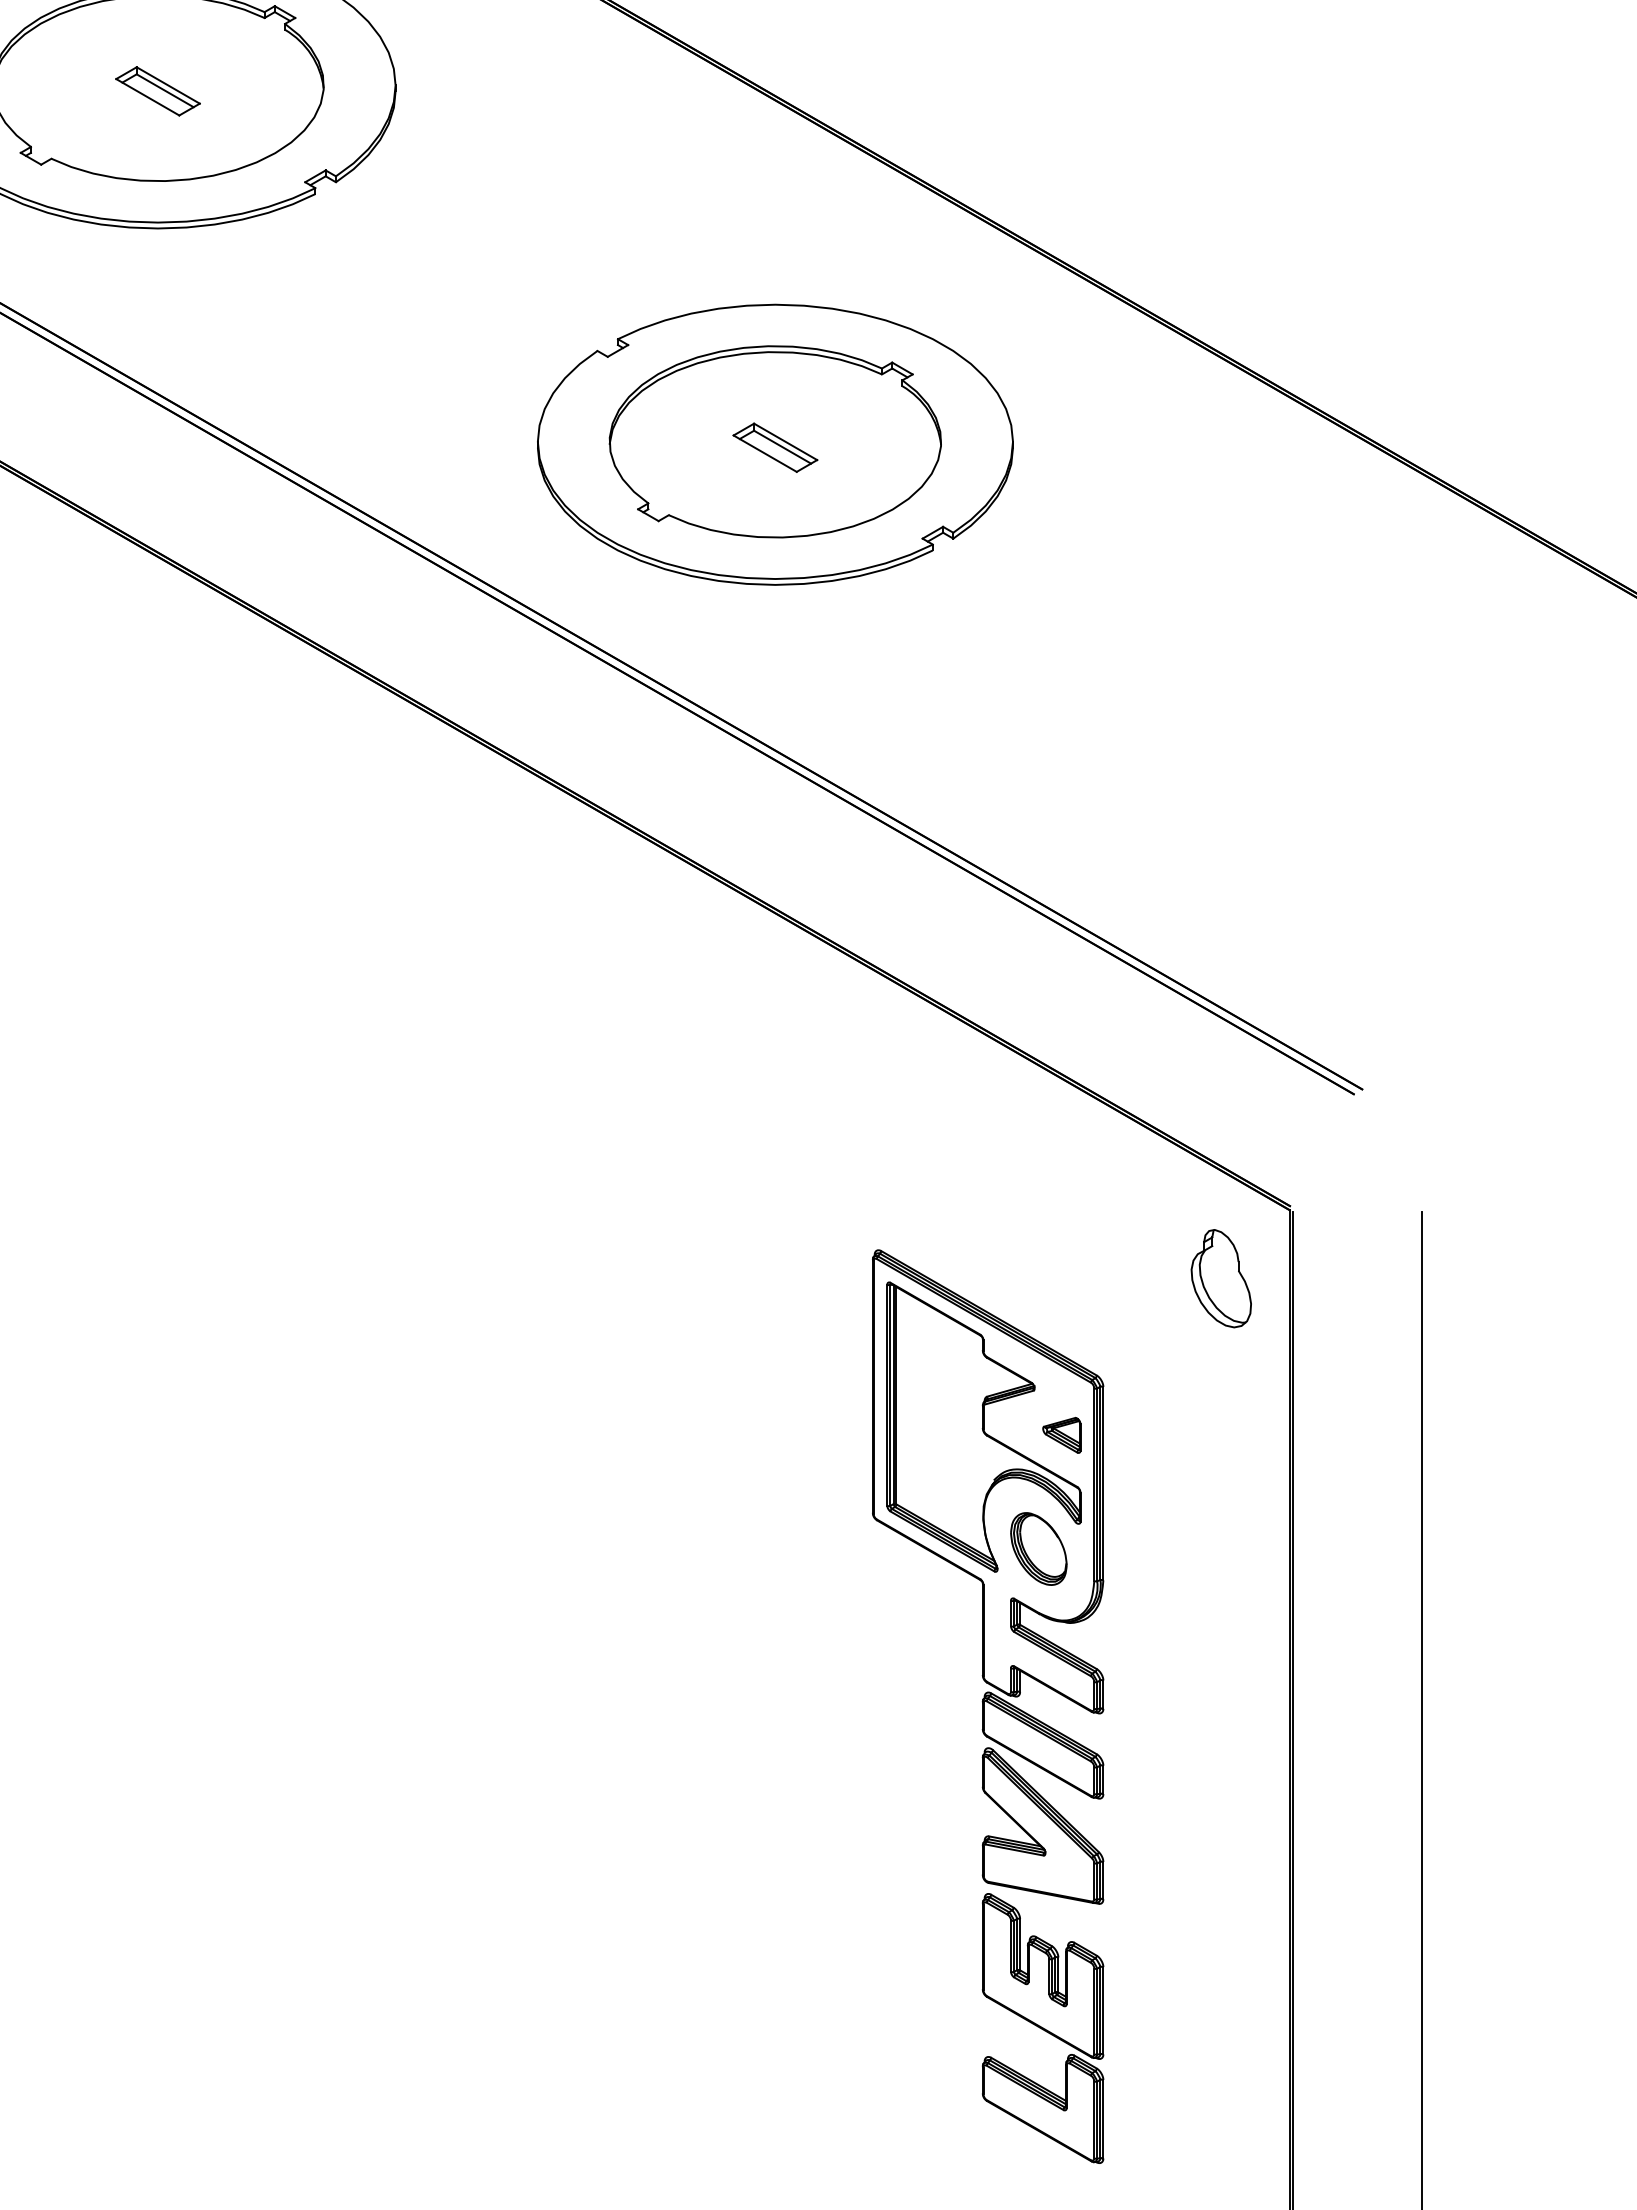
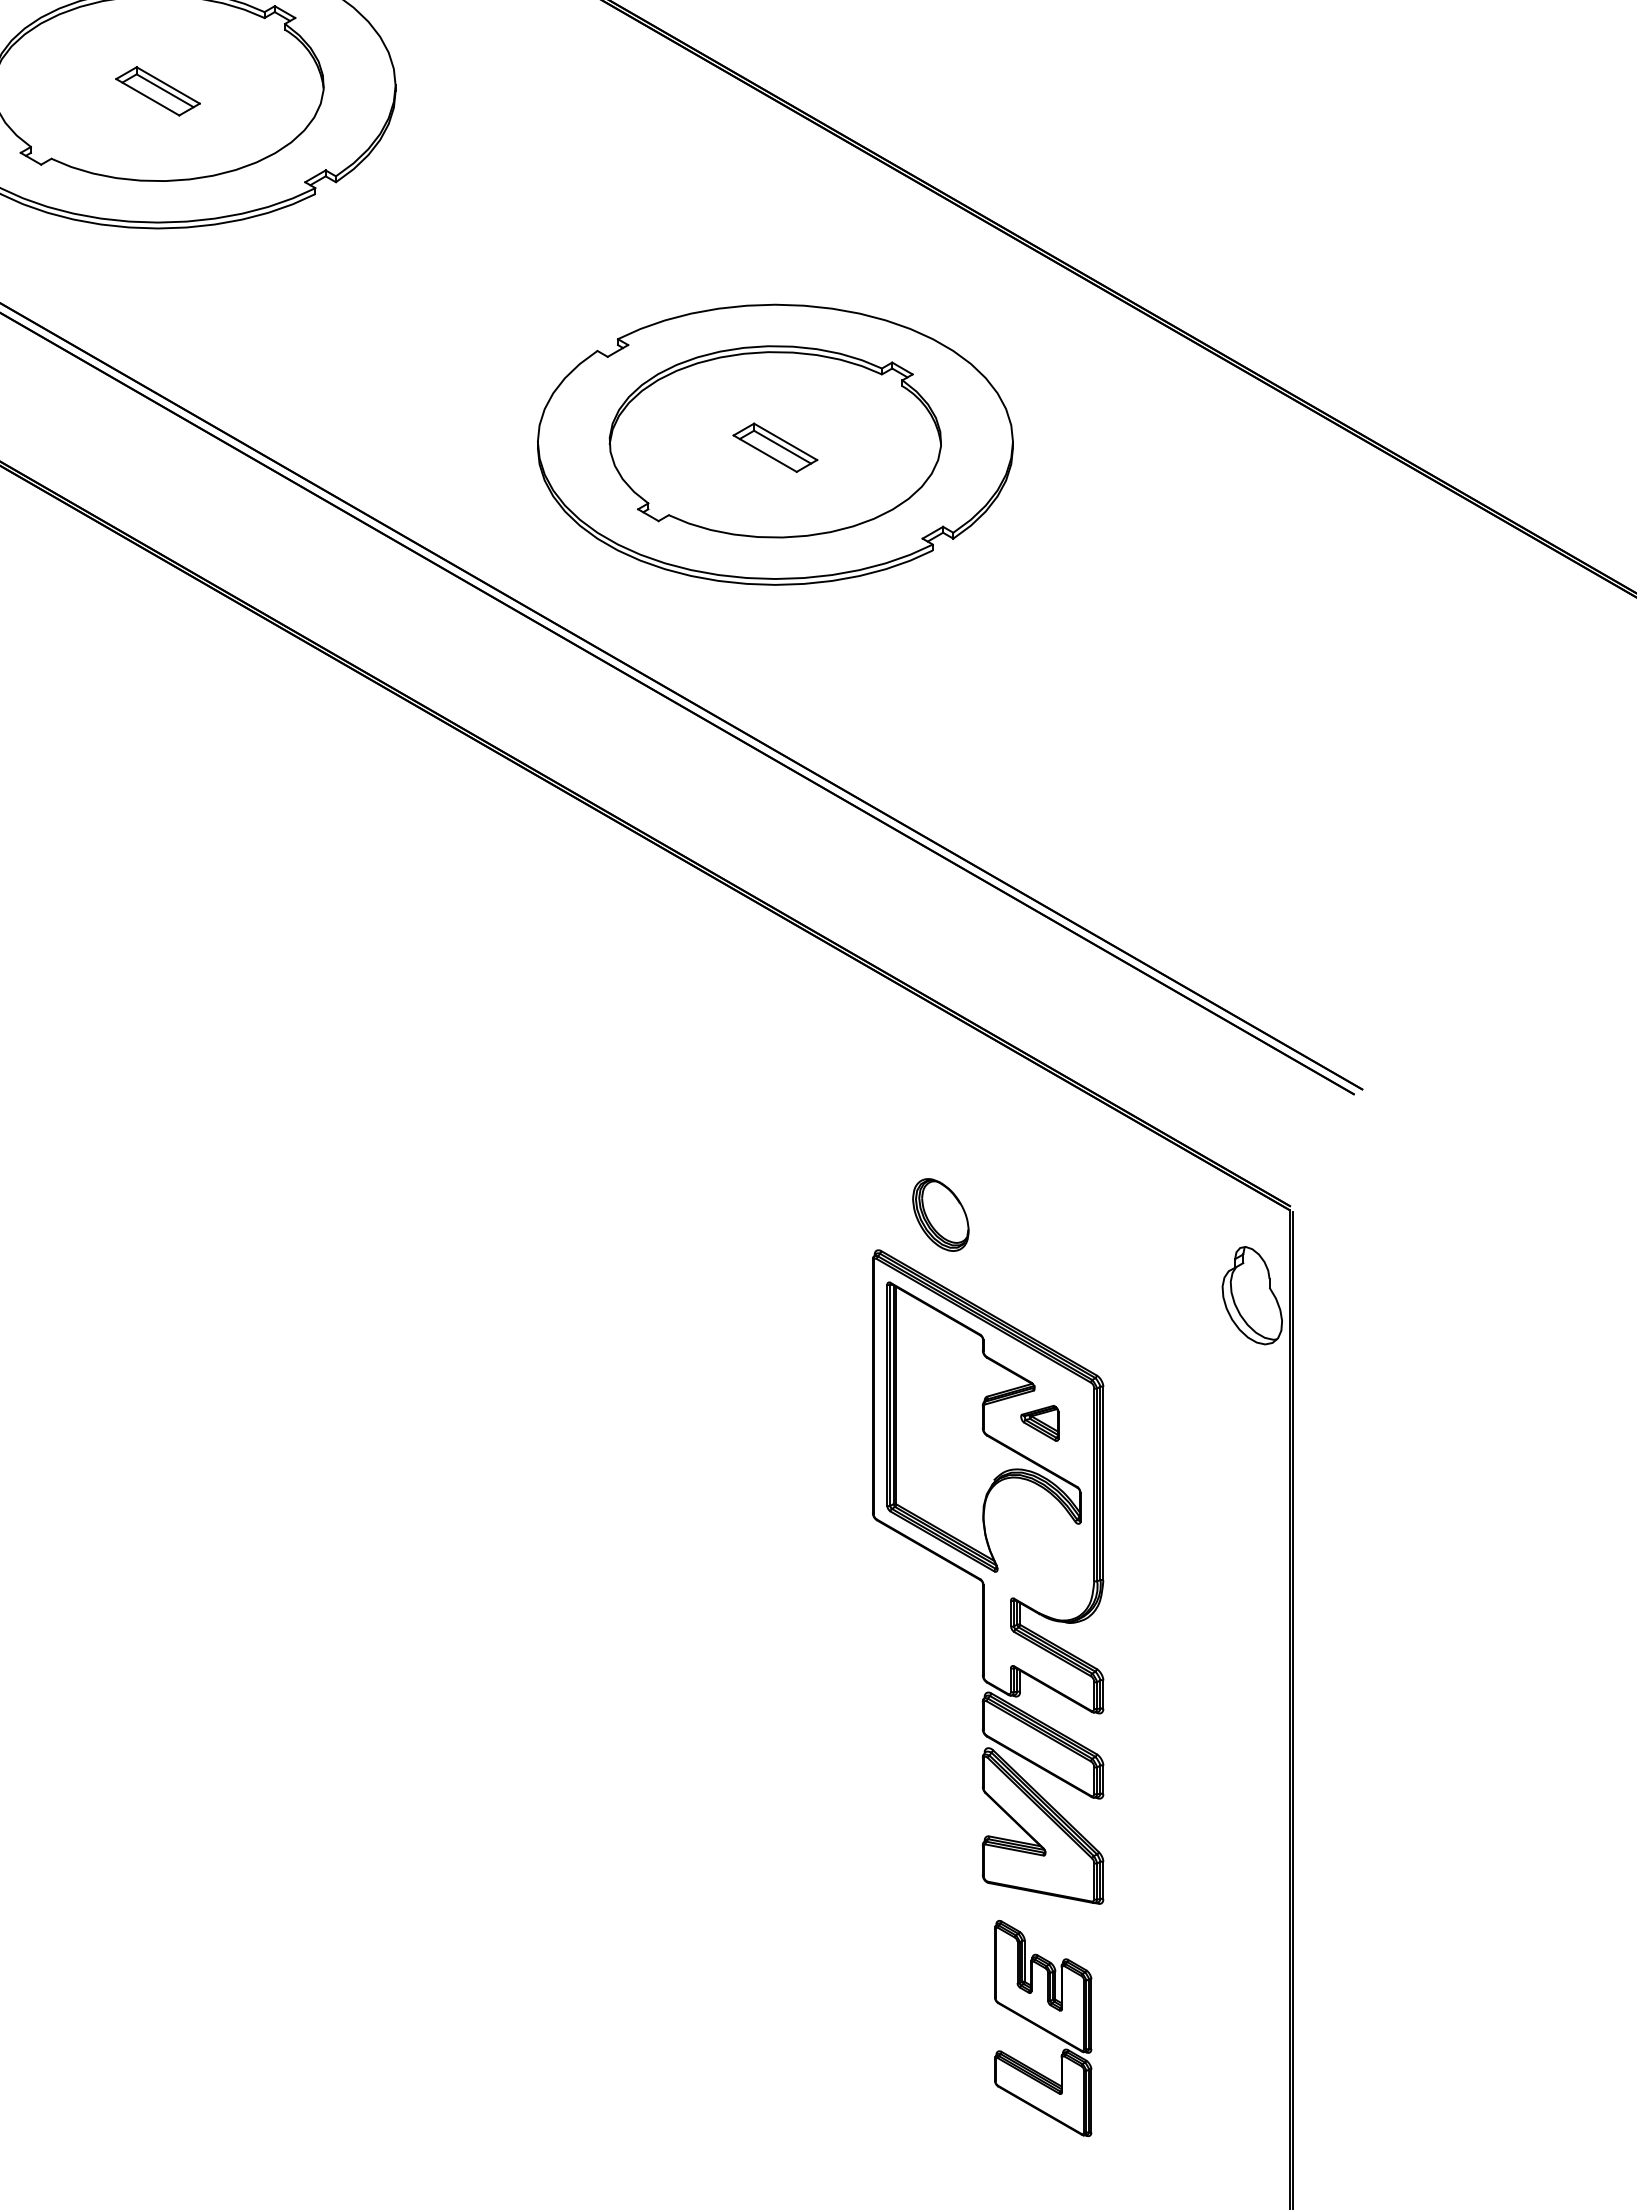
part at (1220, 1278) position: (1220, 1278) -> (1251, 1295)
part at (1061, 1435) position: (1061, 1435) -> (1039, 1423)
part at (1038, 1548) position: (1038, 1548) -> (940, 1214)
line at (1422, 1709): present -> none
part at (1043, 2028) size: 123x271 px -> 99x218 px
